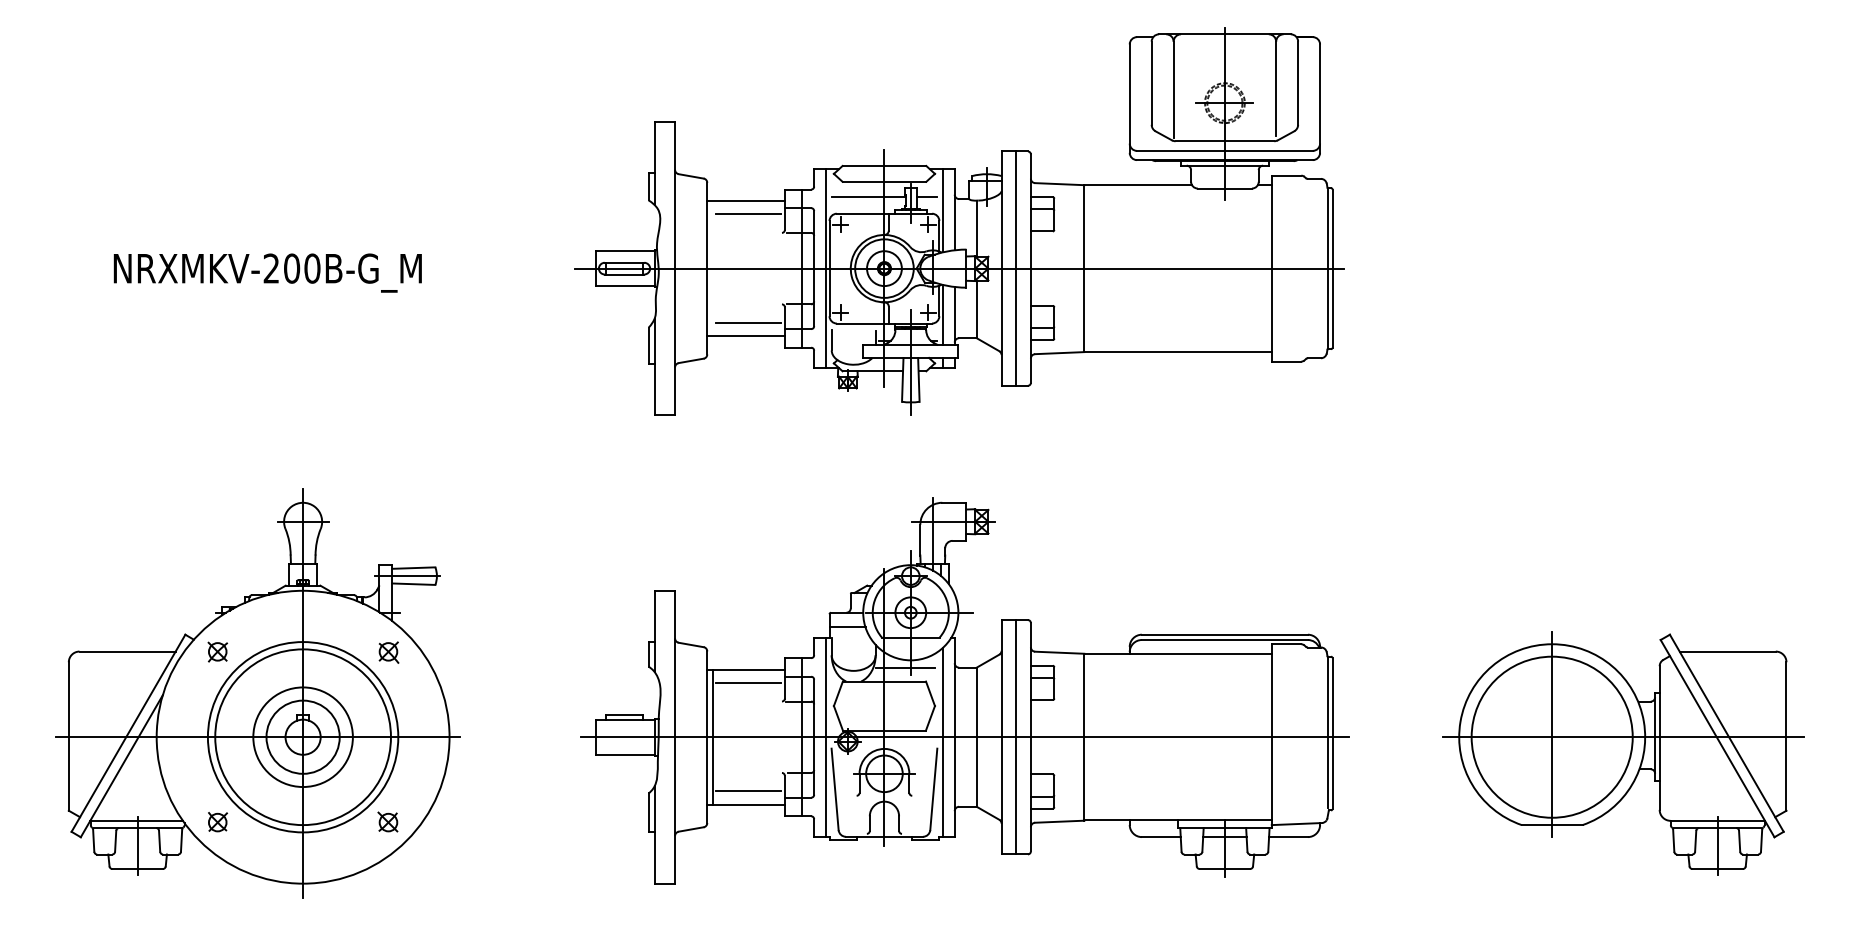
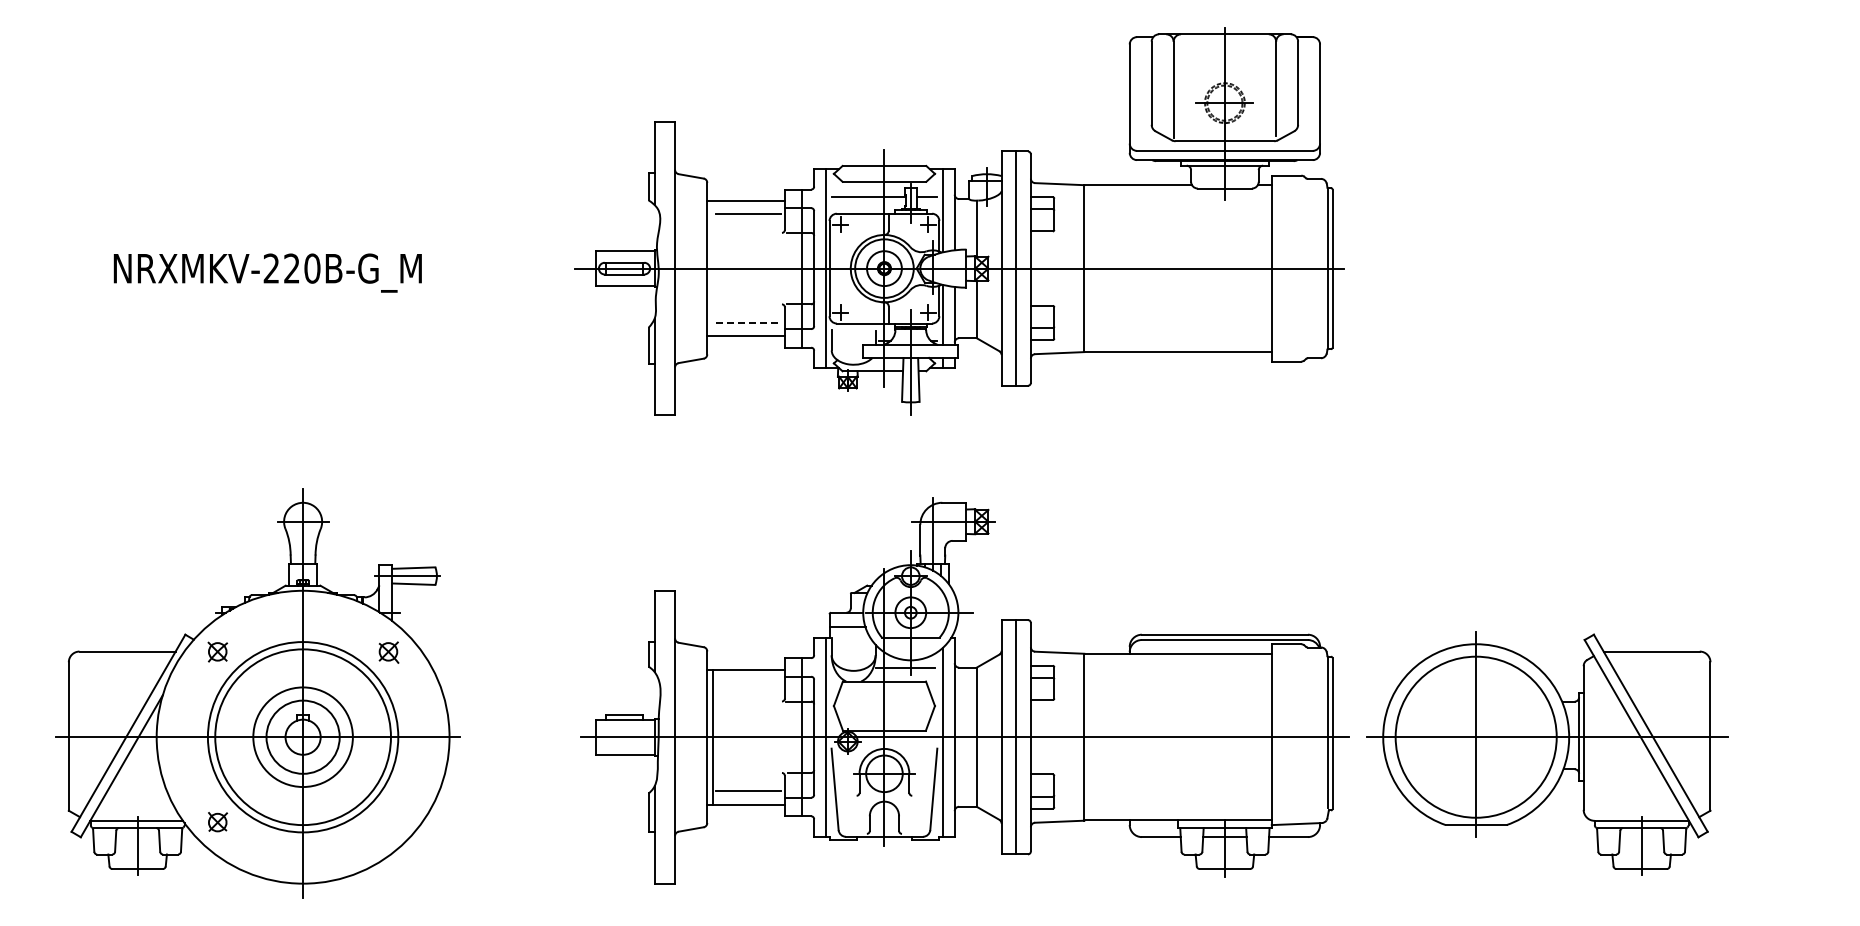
text at (292, 268): NRXMKV-200B-G_M -> NRXMKV-220B-G_M
line at (748, 322): solid -> dashed
line at (748, 683): present -> none
part at (1623, 753) position: (1623, 753) -> (1547, 753)
part at (387, 821): present -> none
